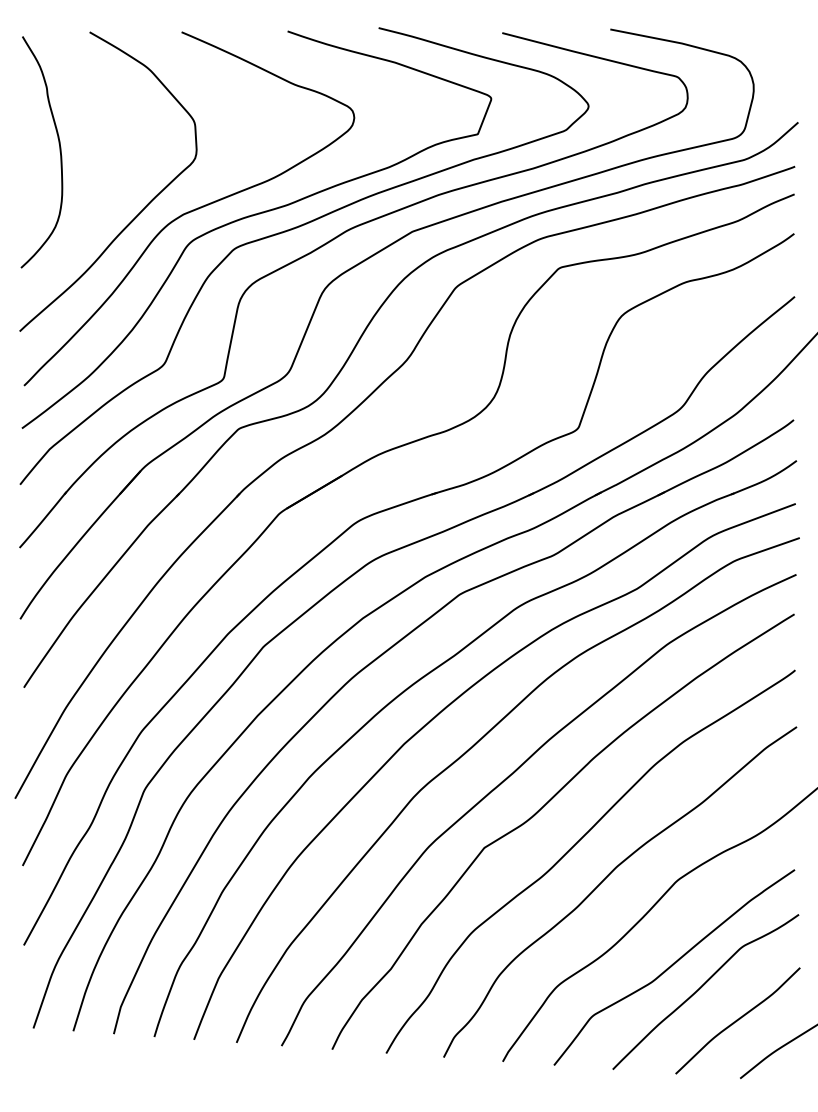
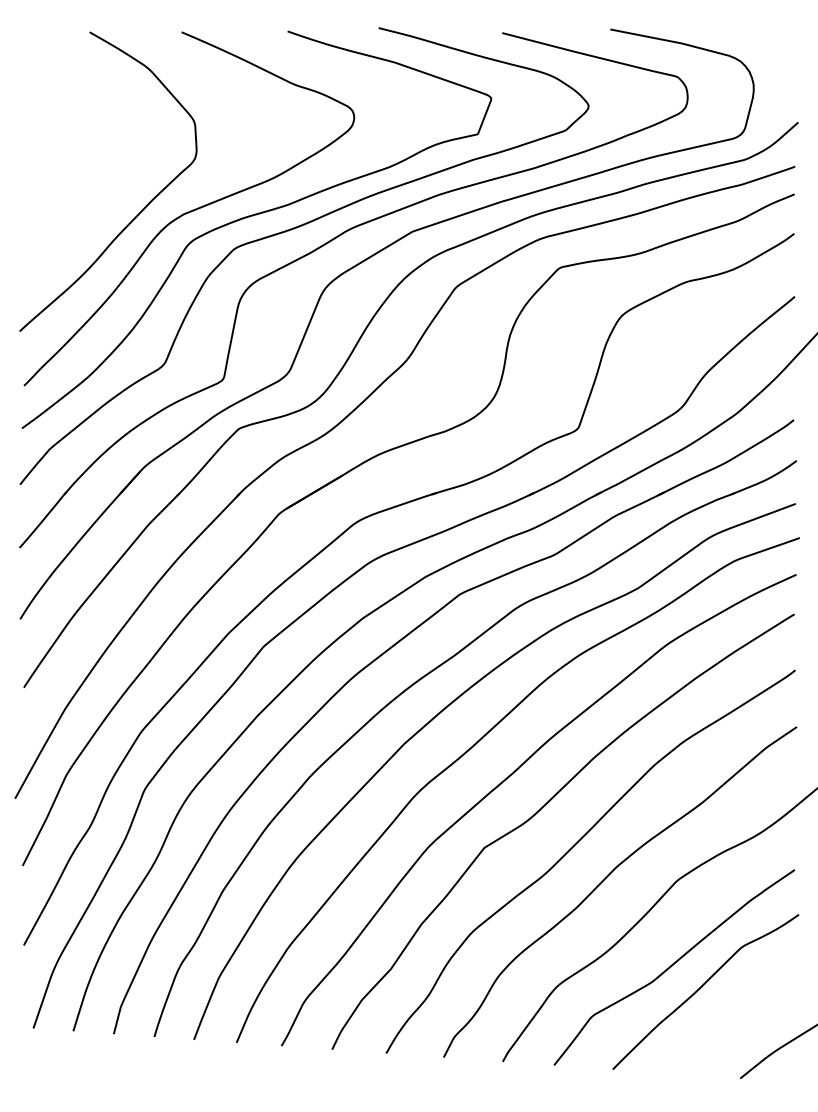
curve at (59, 152): present -> none
curve at (737, 1020): present -> none
